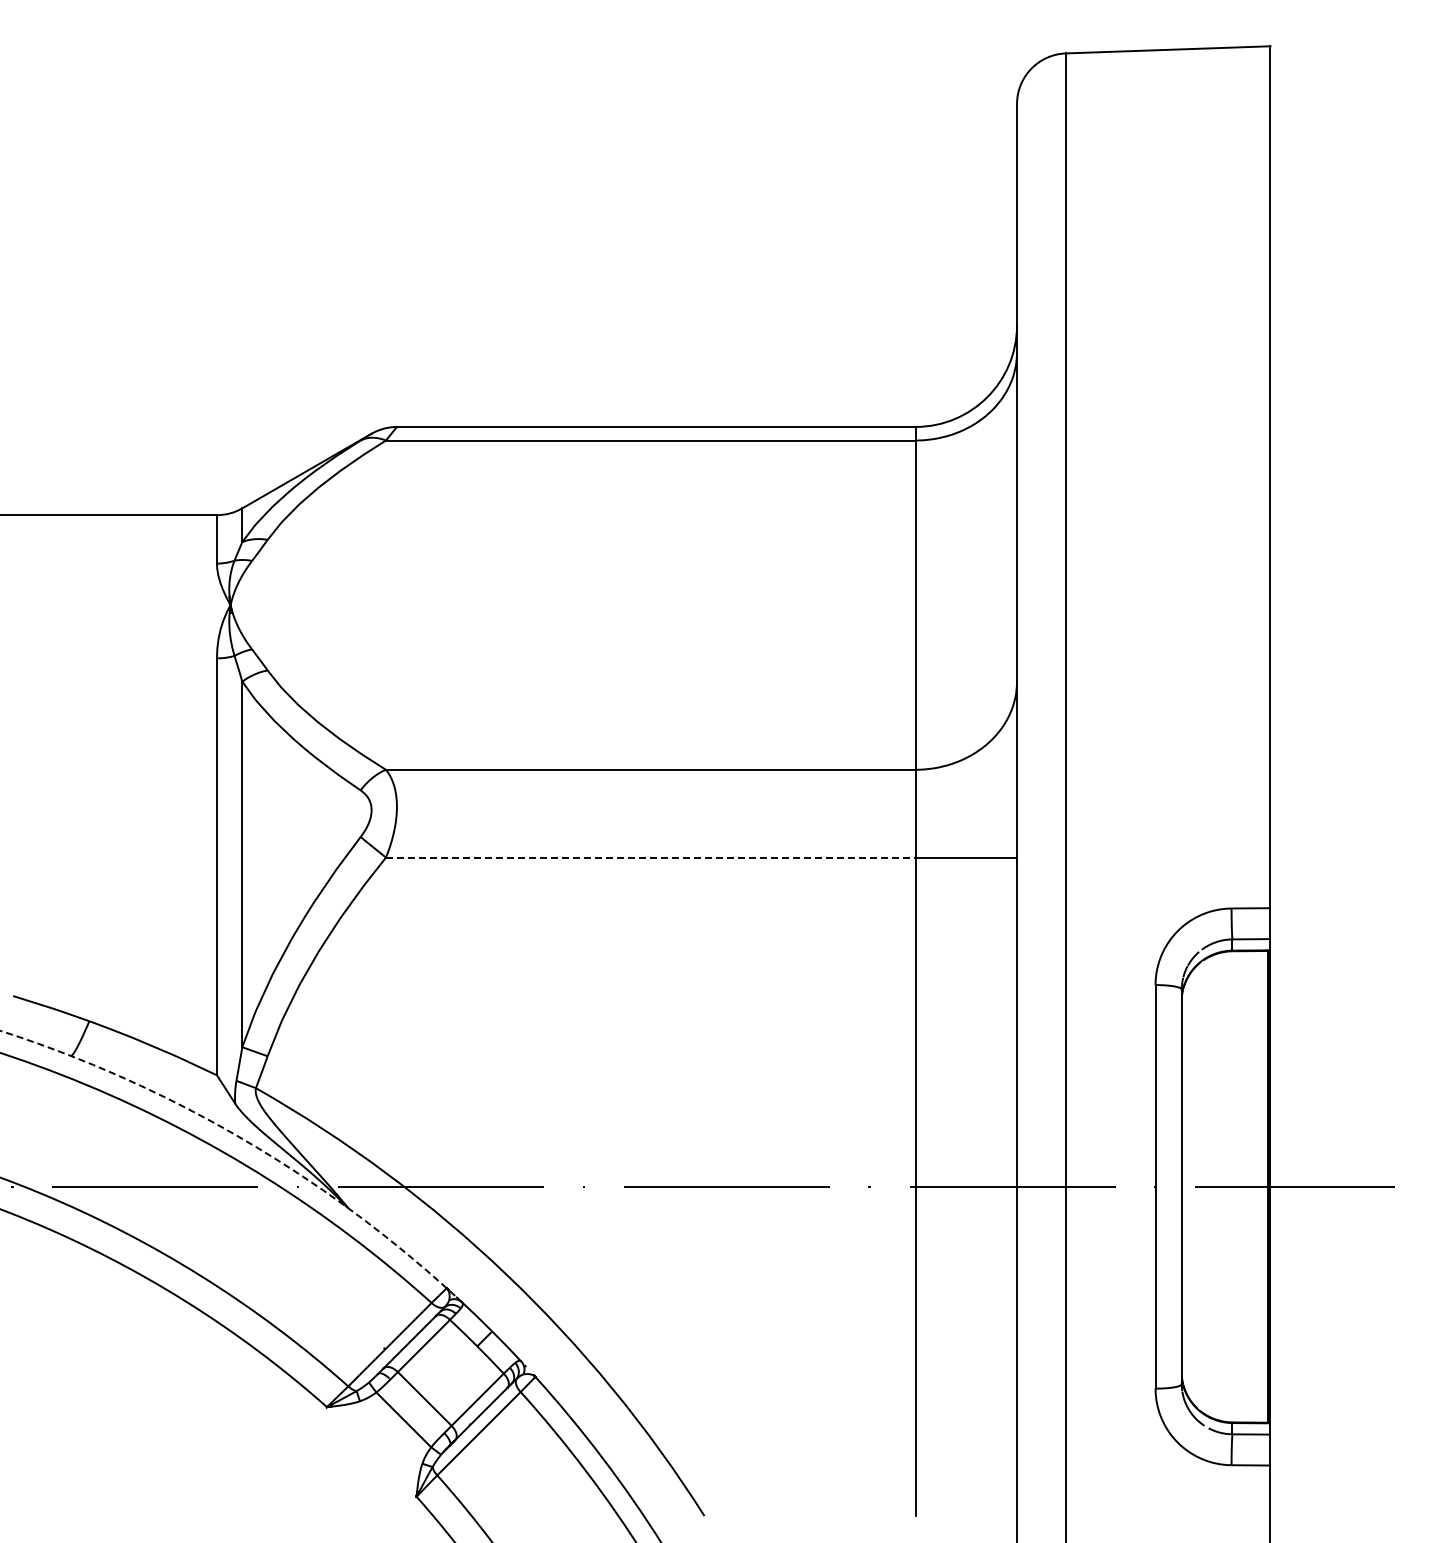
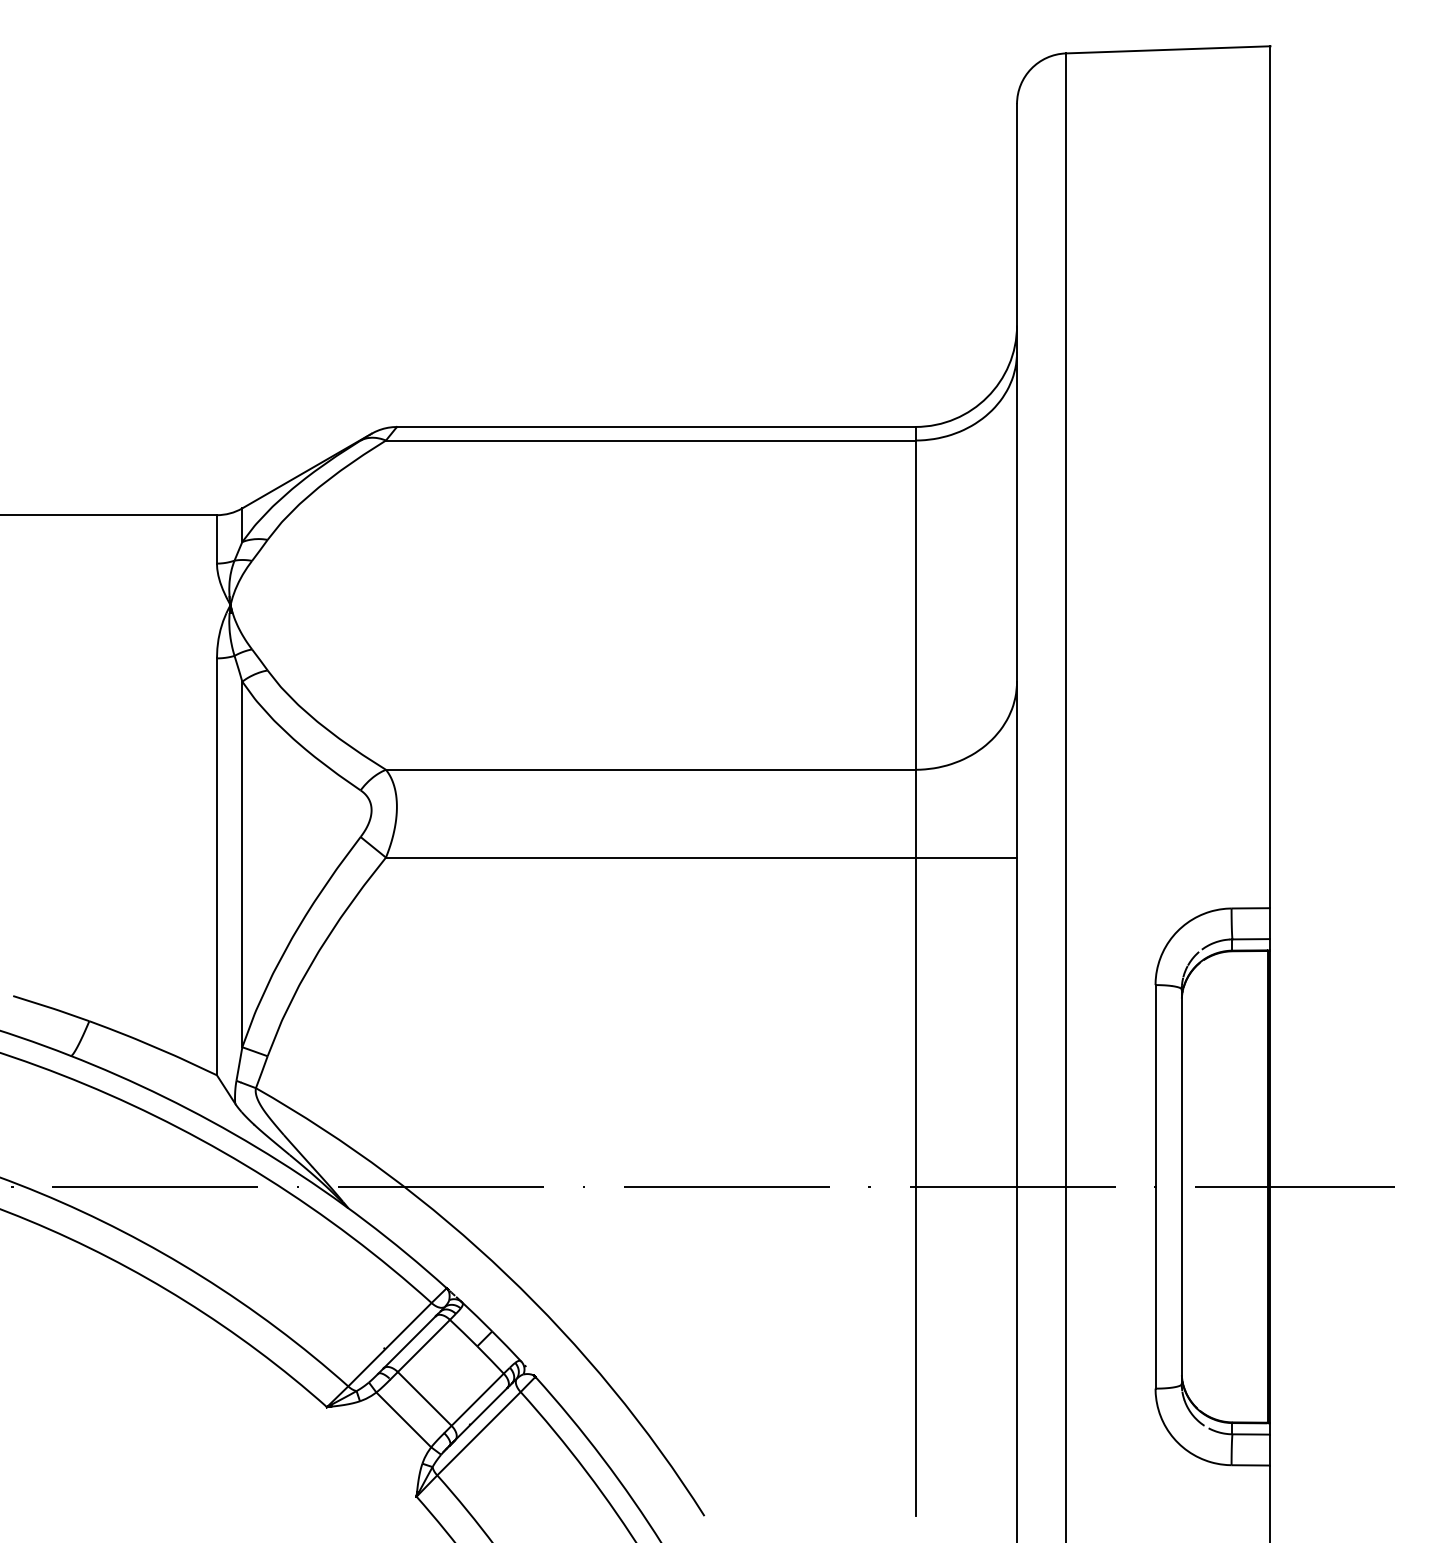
line at (650, 857): dashed -> solid
arc at (235, 1135): dashed -> solid
